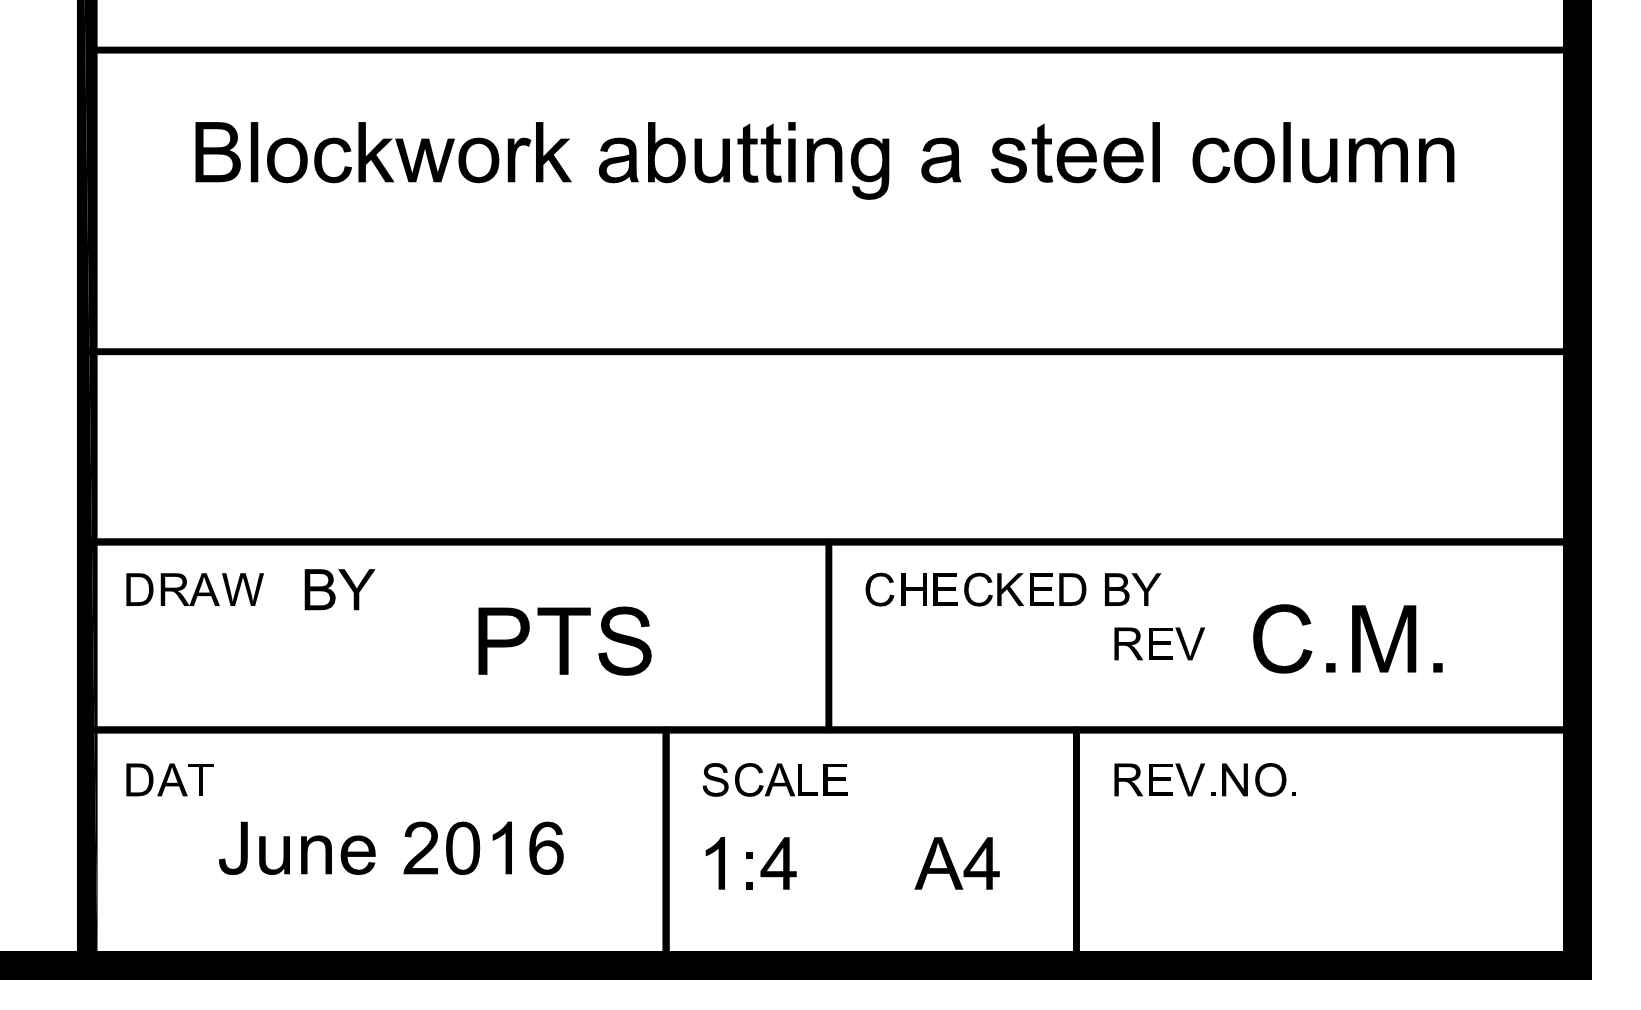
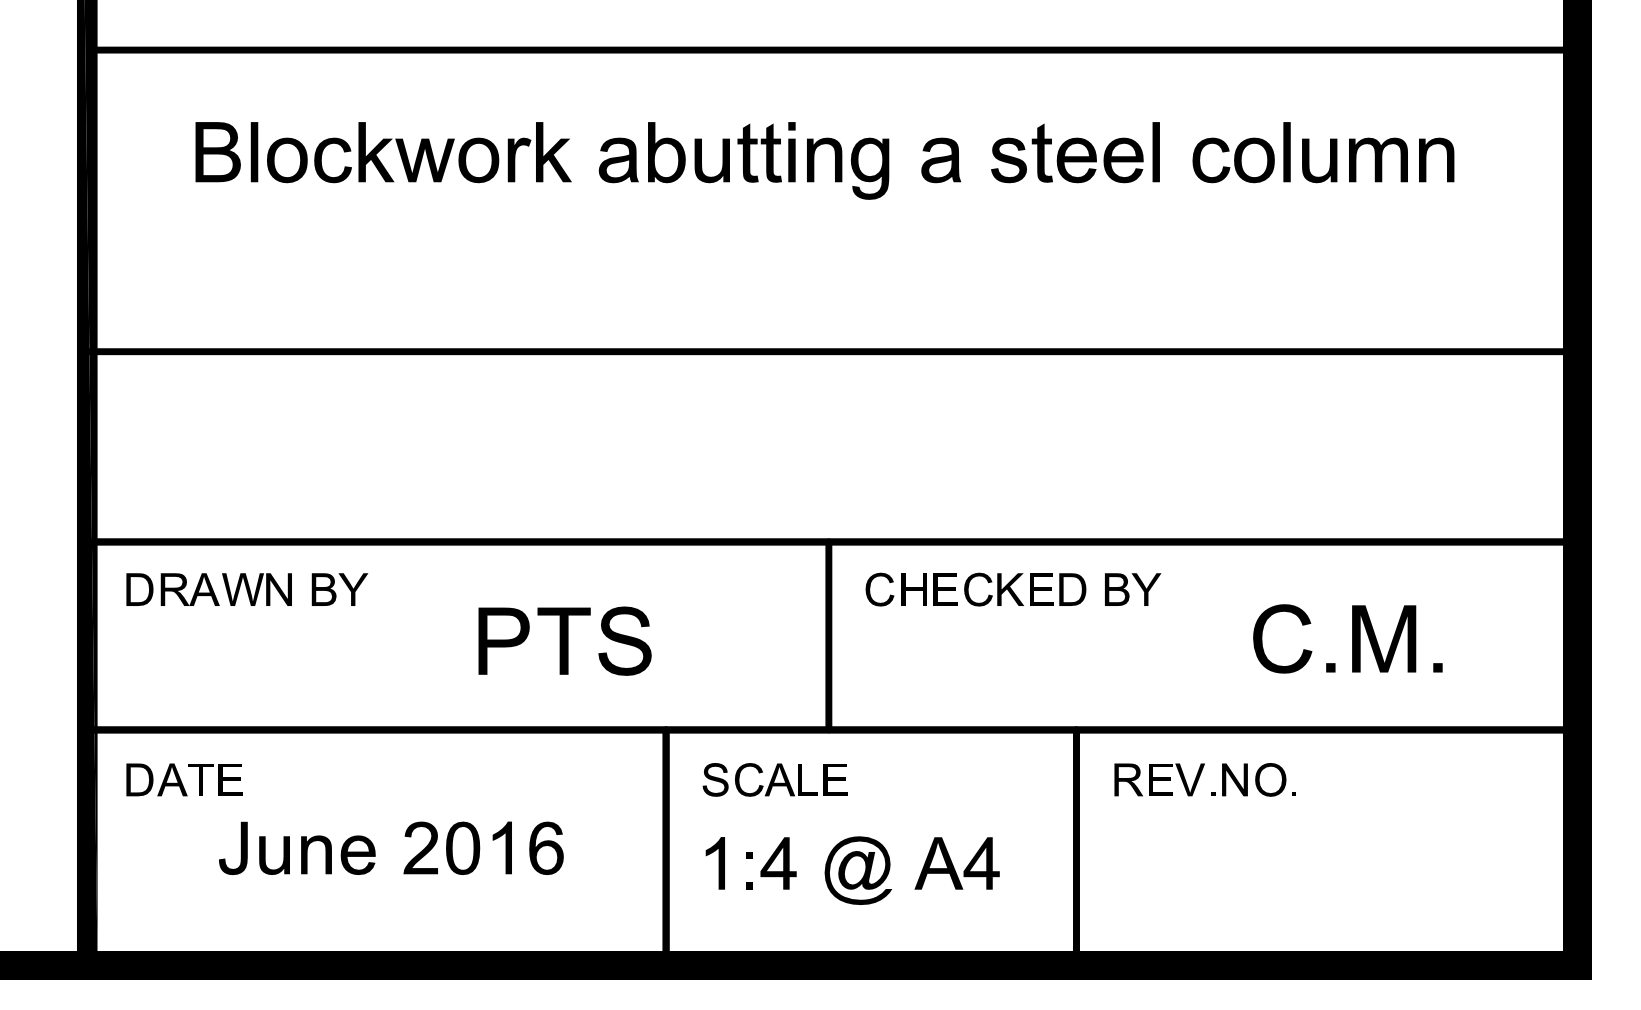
fill at (279, 589): none -> present
part at (339, 589) size: 72x42 px -> 58x33 px
part at (1159, 643): present -> none
fill at (230, 779): none -> present
part at (857, 870): none -> present
